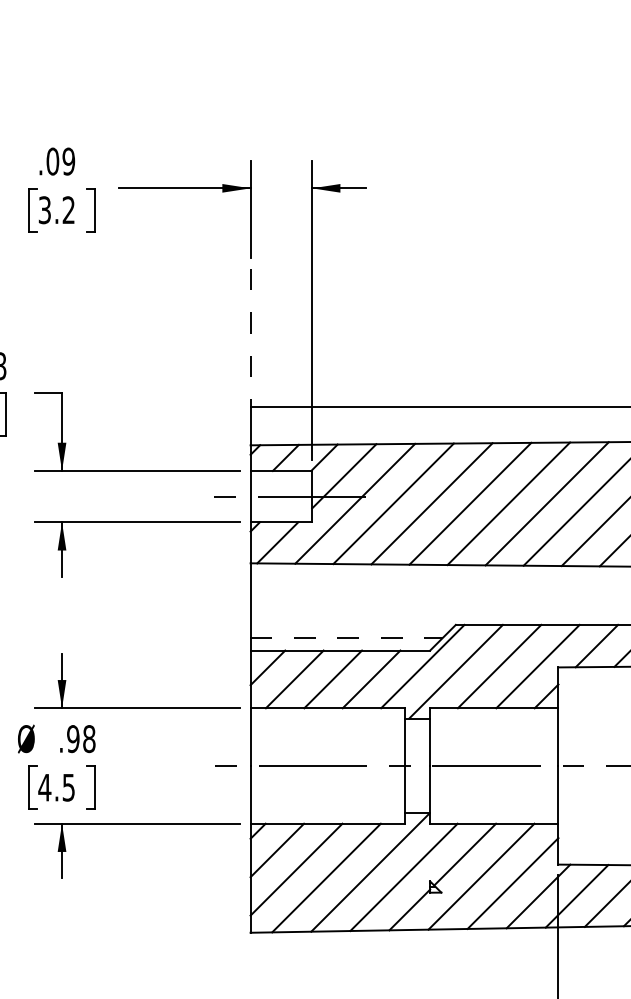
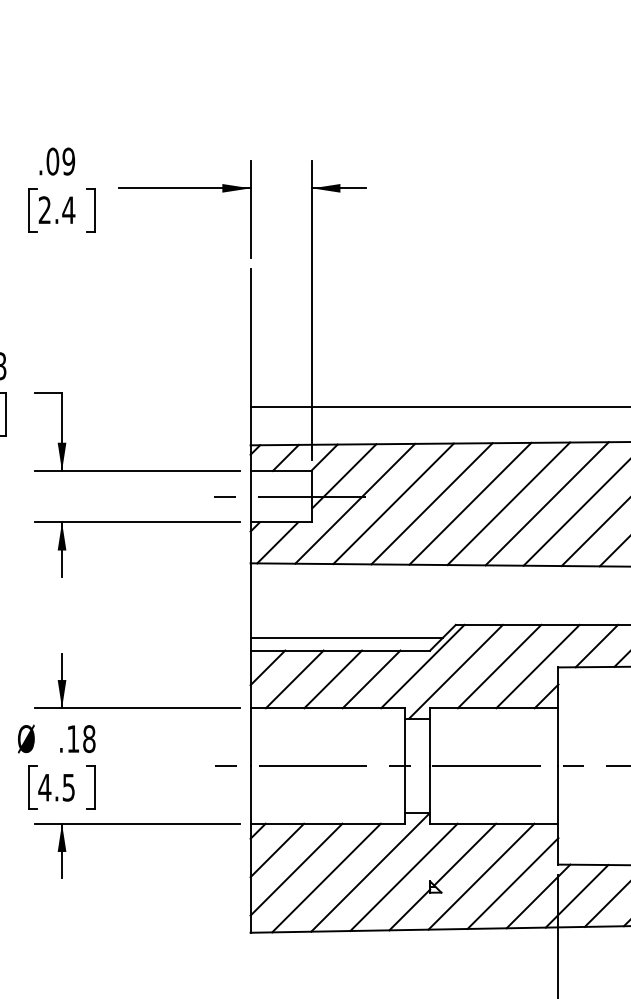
text at (56, 210): 3.2 -> 2.4
line at (250, 338): dashed -> solid
line at (347, 637): dashed -> solid
text at (73, 739): .98 -> .18
